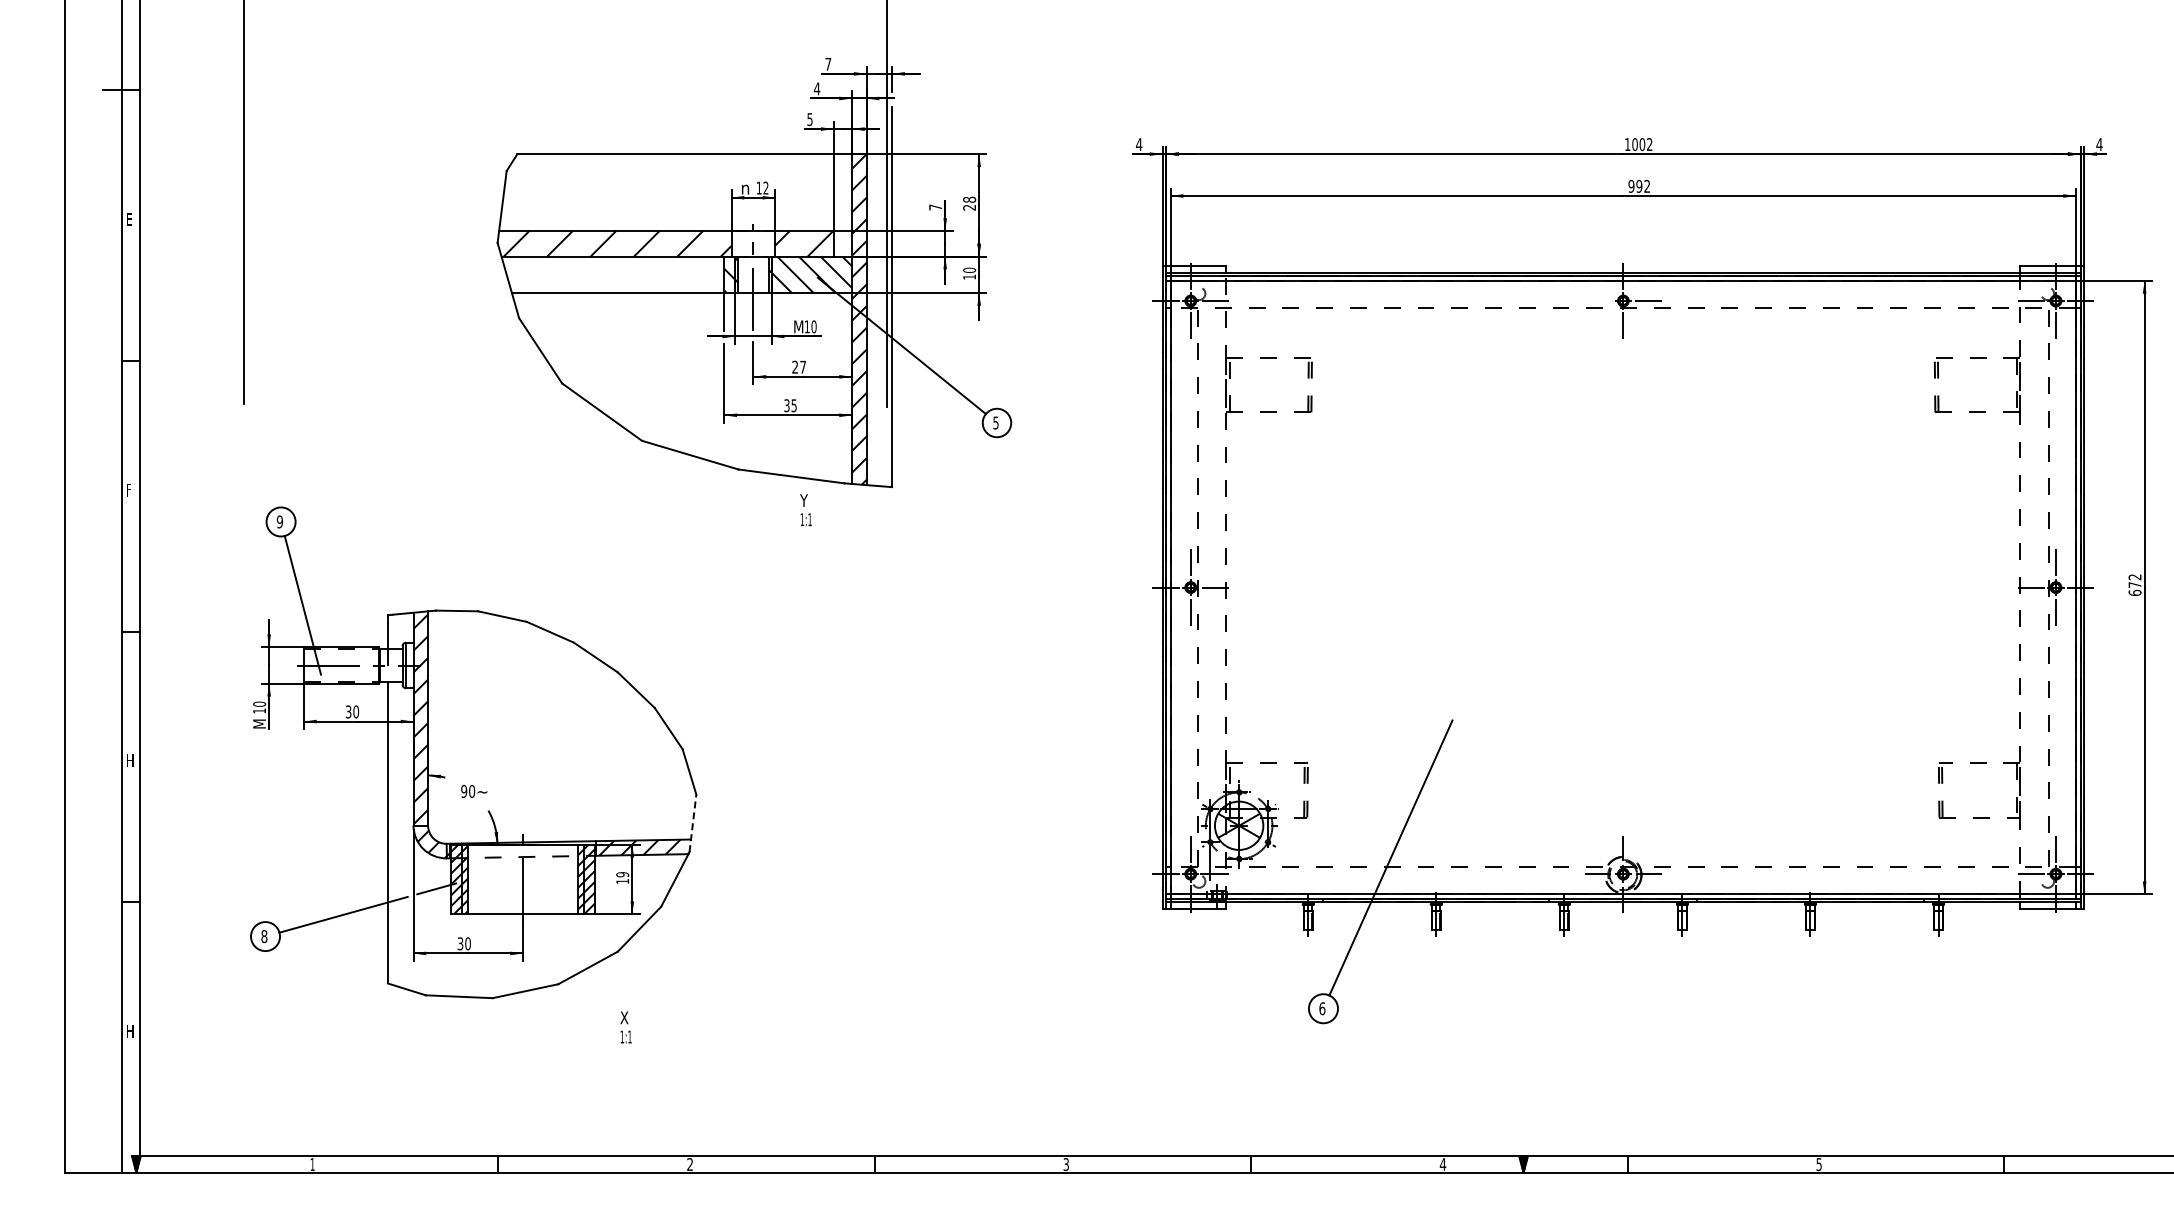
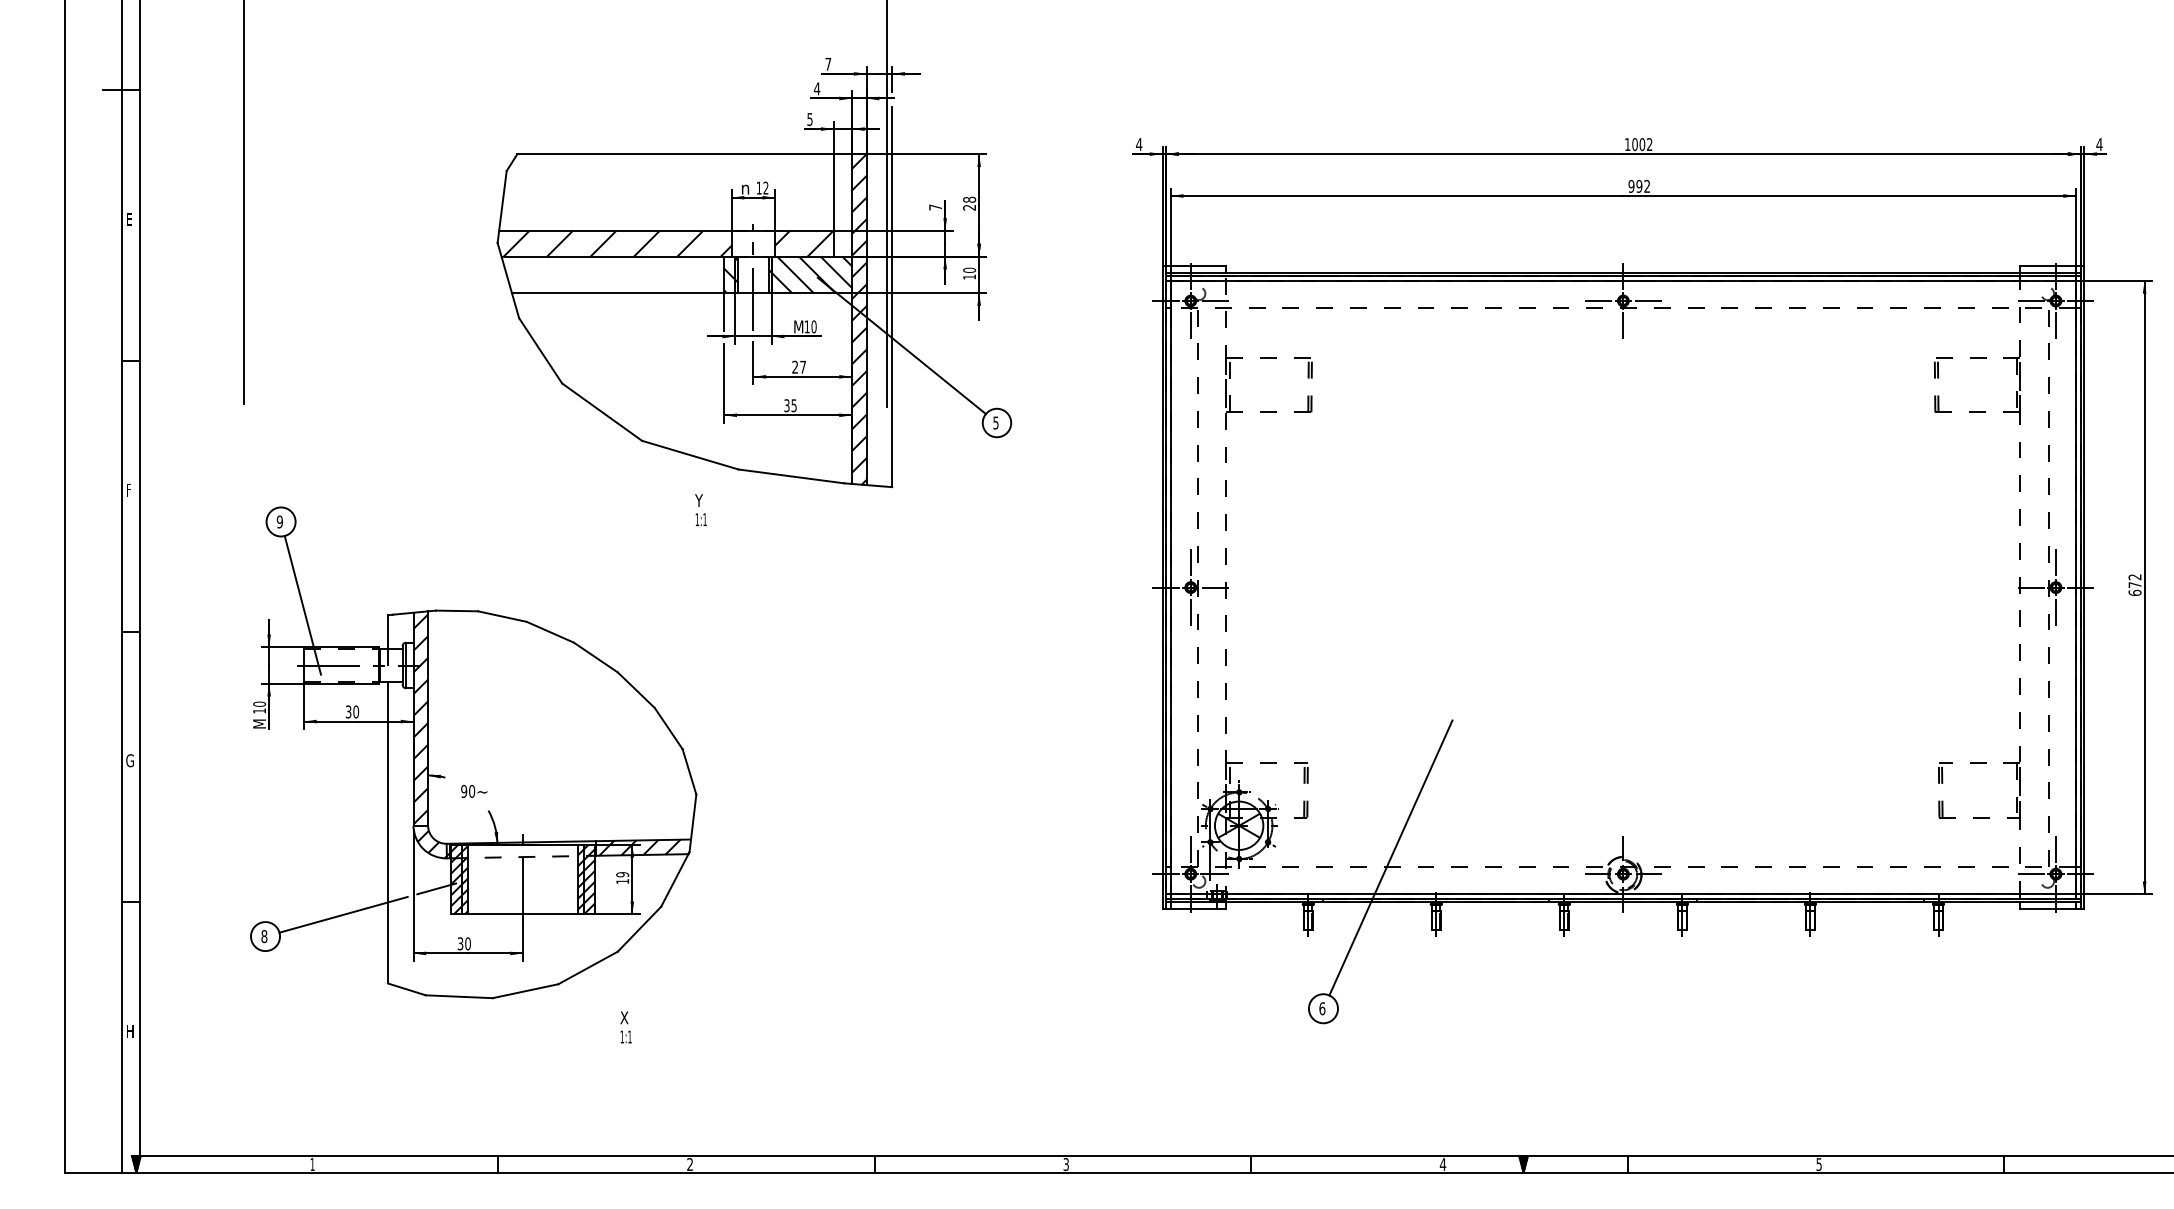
line at (1598, 301): none -> present
text at (805, 510) position: (805, 510) -> (700, 510)
text at (129, 760): H -> G
line at (692, 823): dashed -> solid
